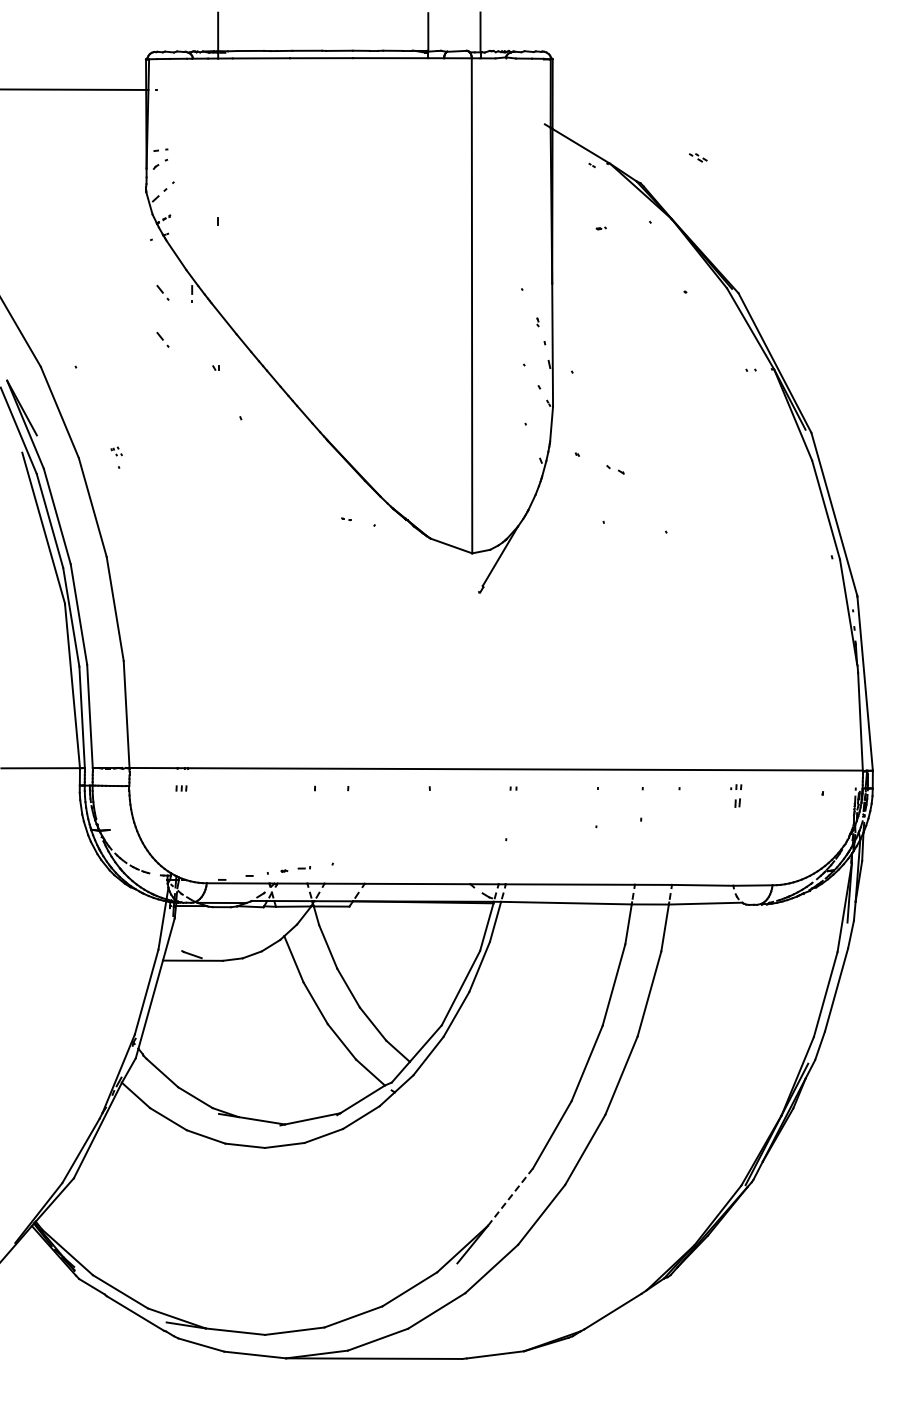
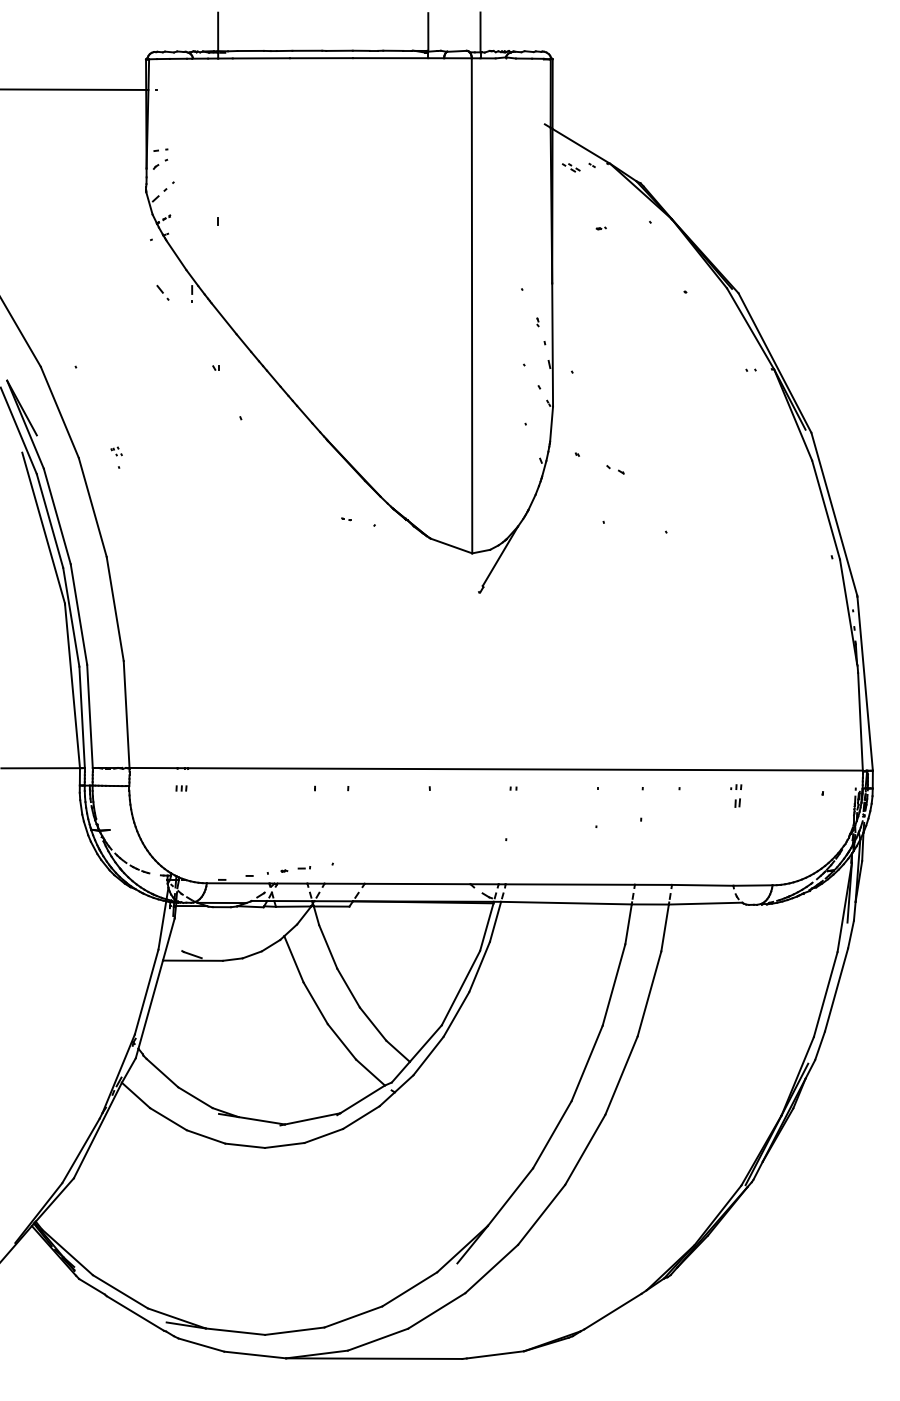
part at (698, 157) position: (698, 157) -> (571, 167)
part at (162, 339): present -> none
line at (510, 1197): dashed -> solid
